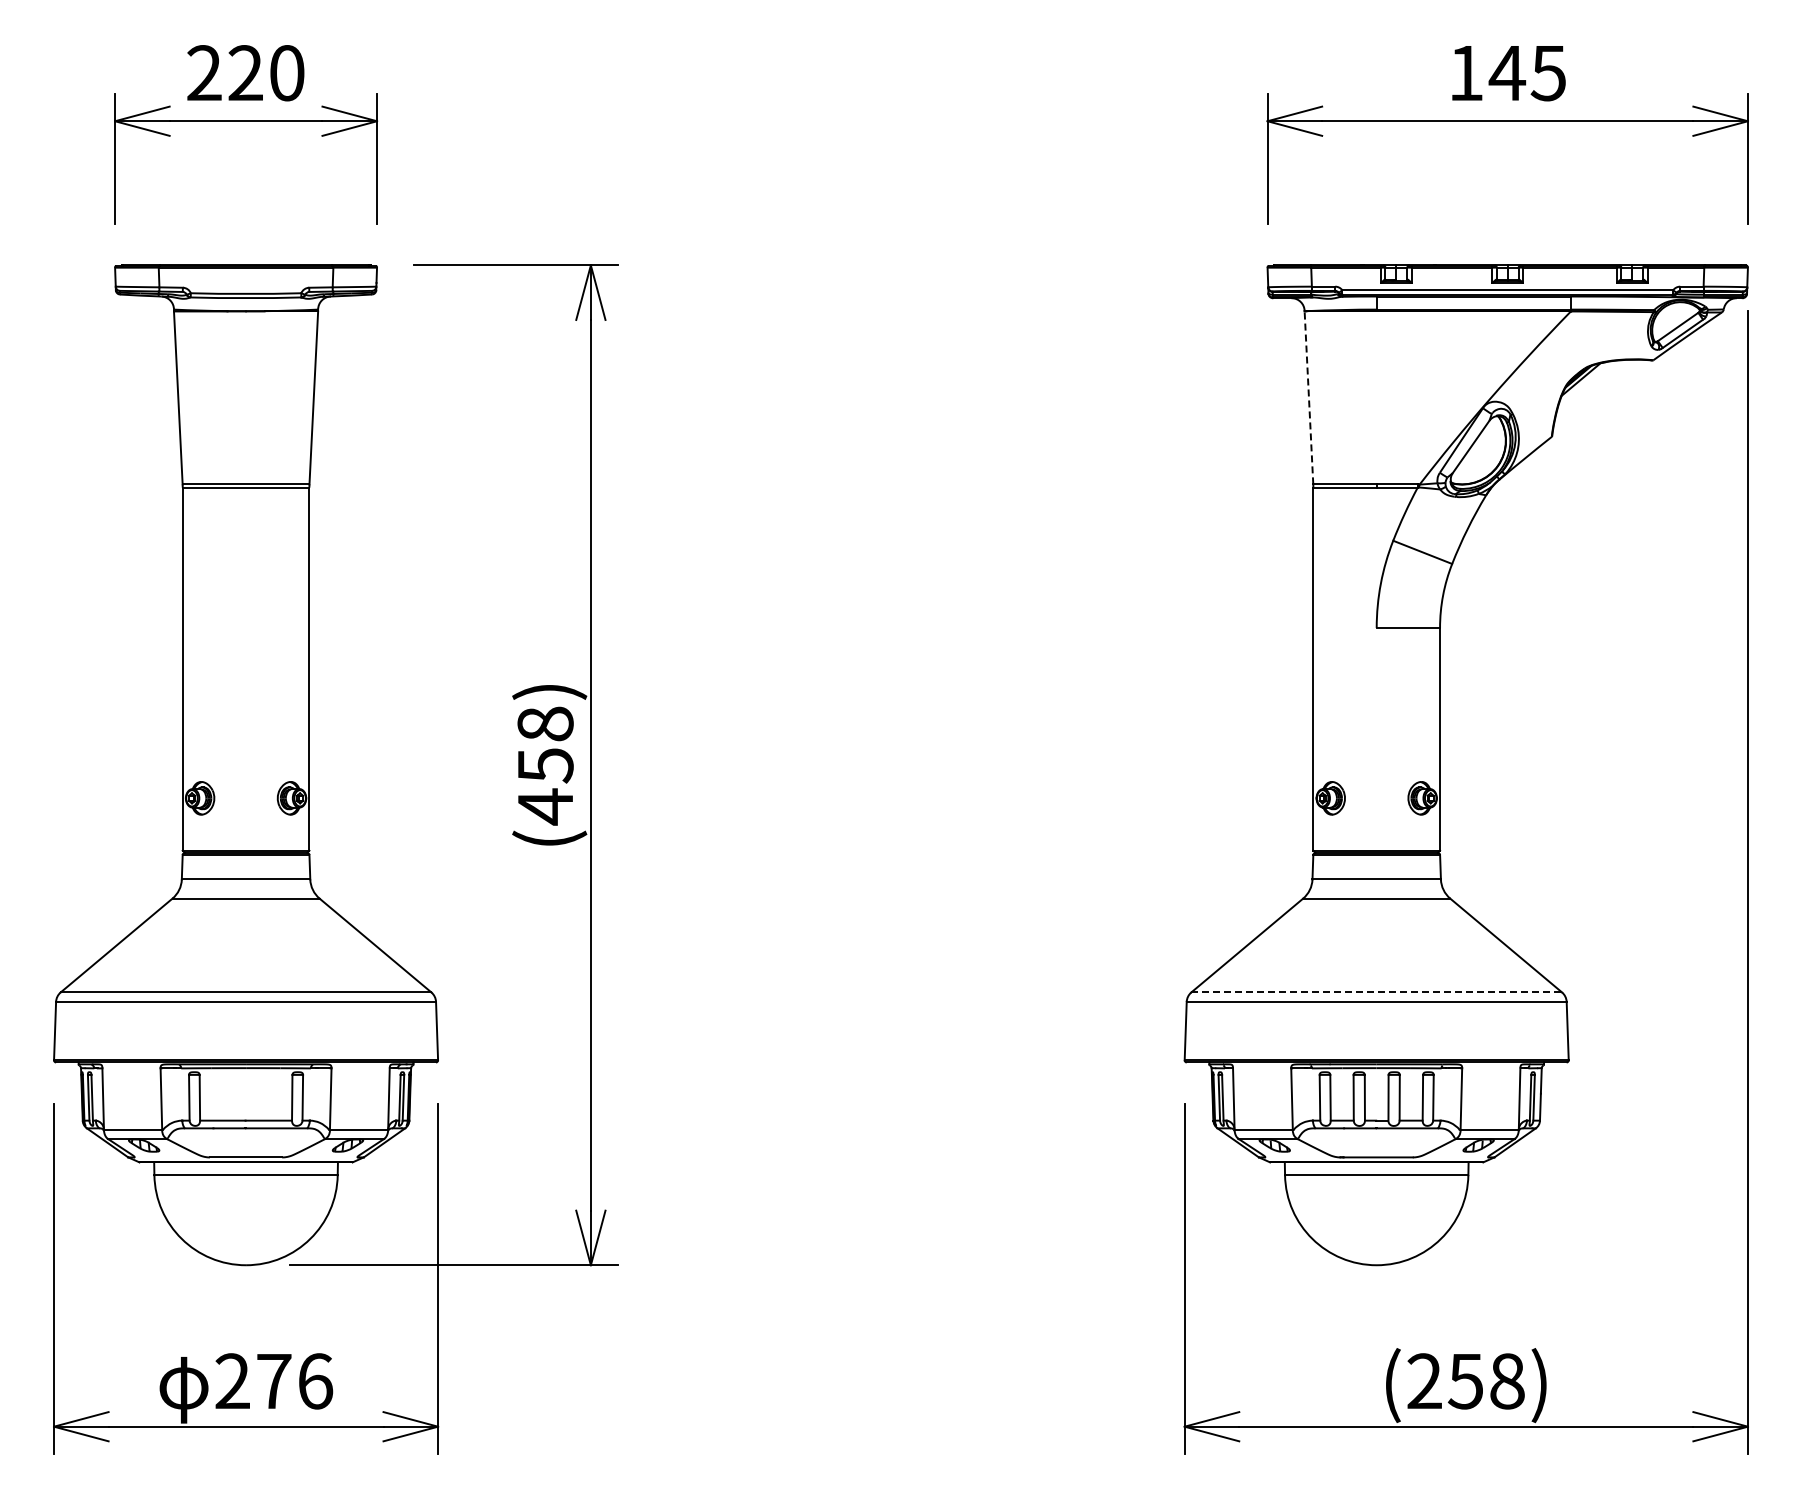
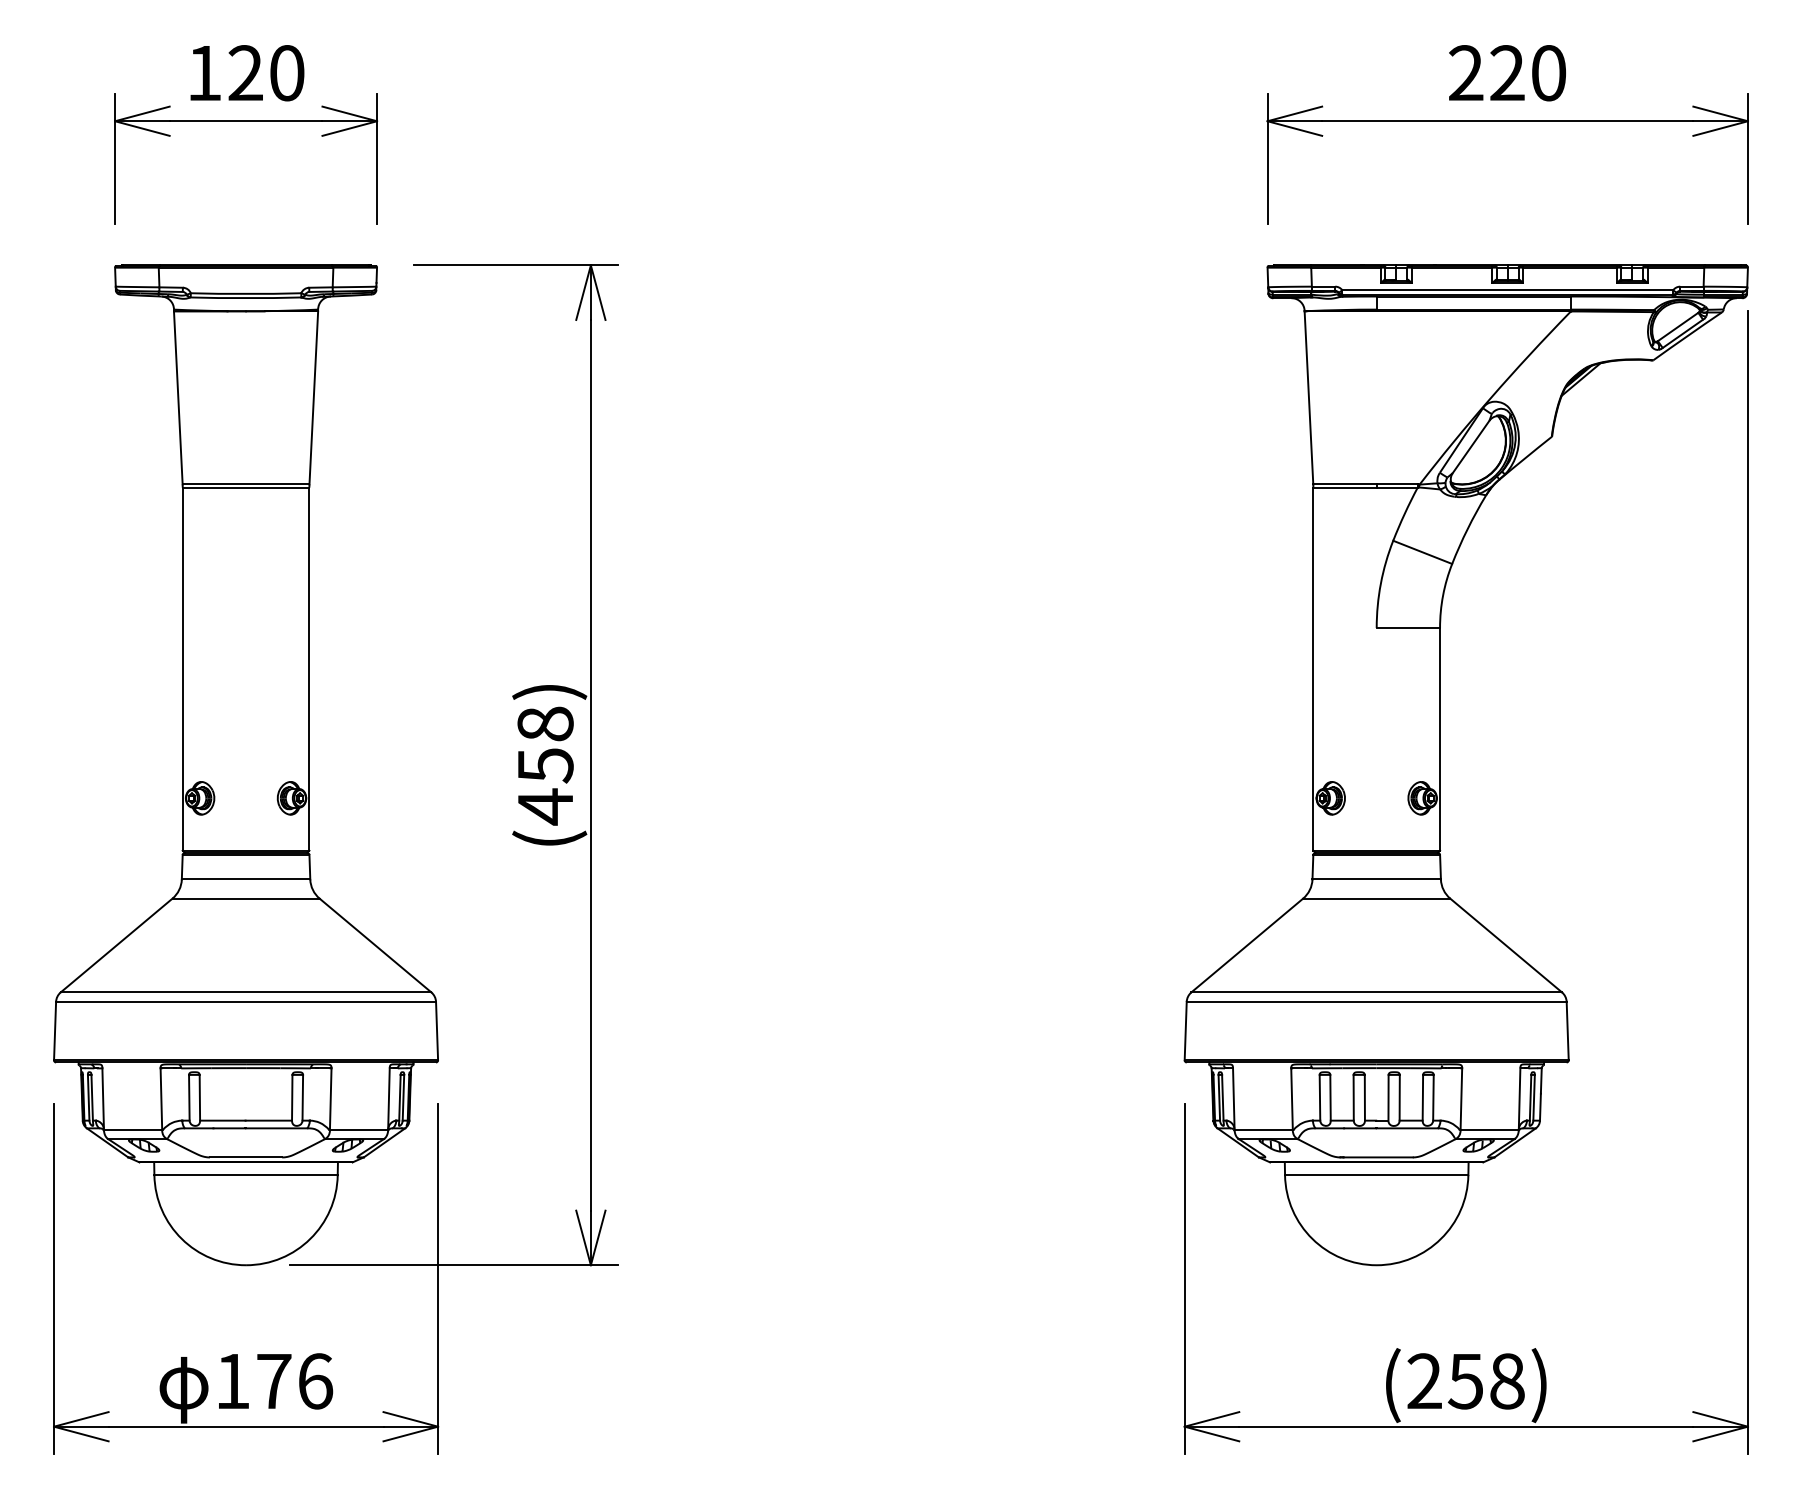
text at (204, 72): 220 -> 120
text at (1507, 73): 145 -> 220
line at (1308, 397): dashed -> solid
line at (1377, 992): dashed -> solid
text at (232, 1380): 276 -> 176
